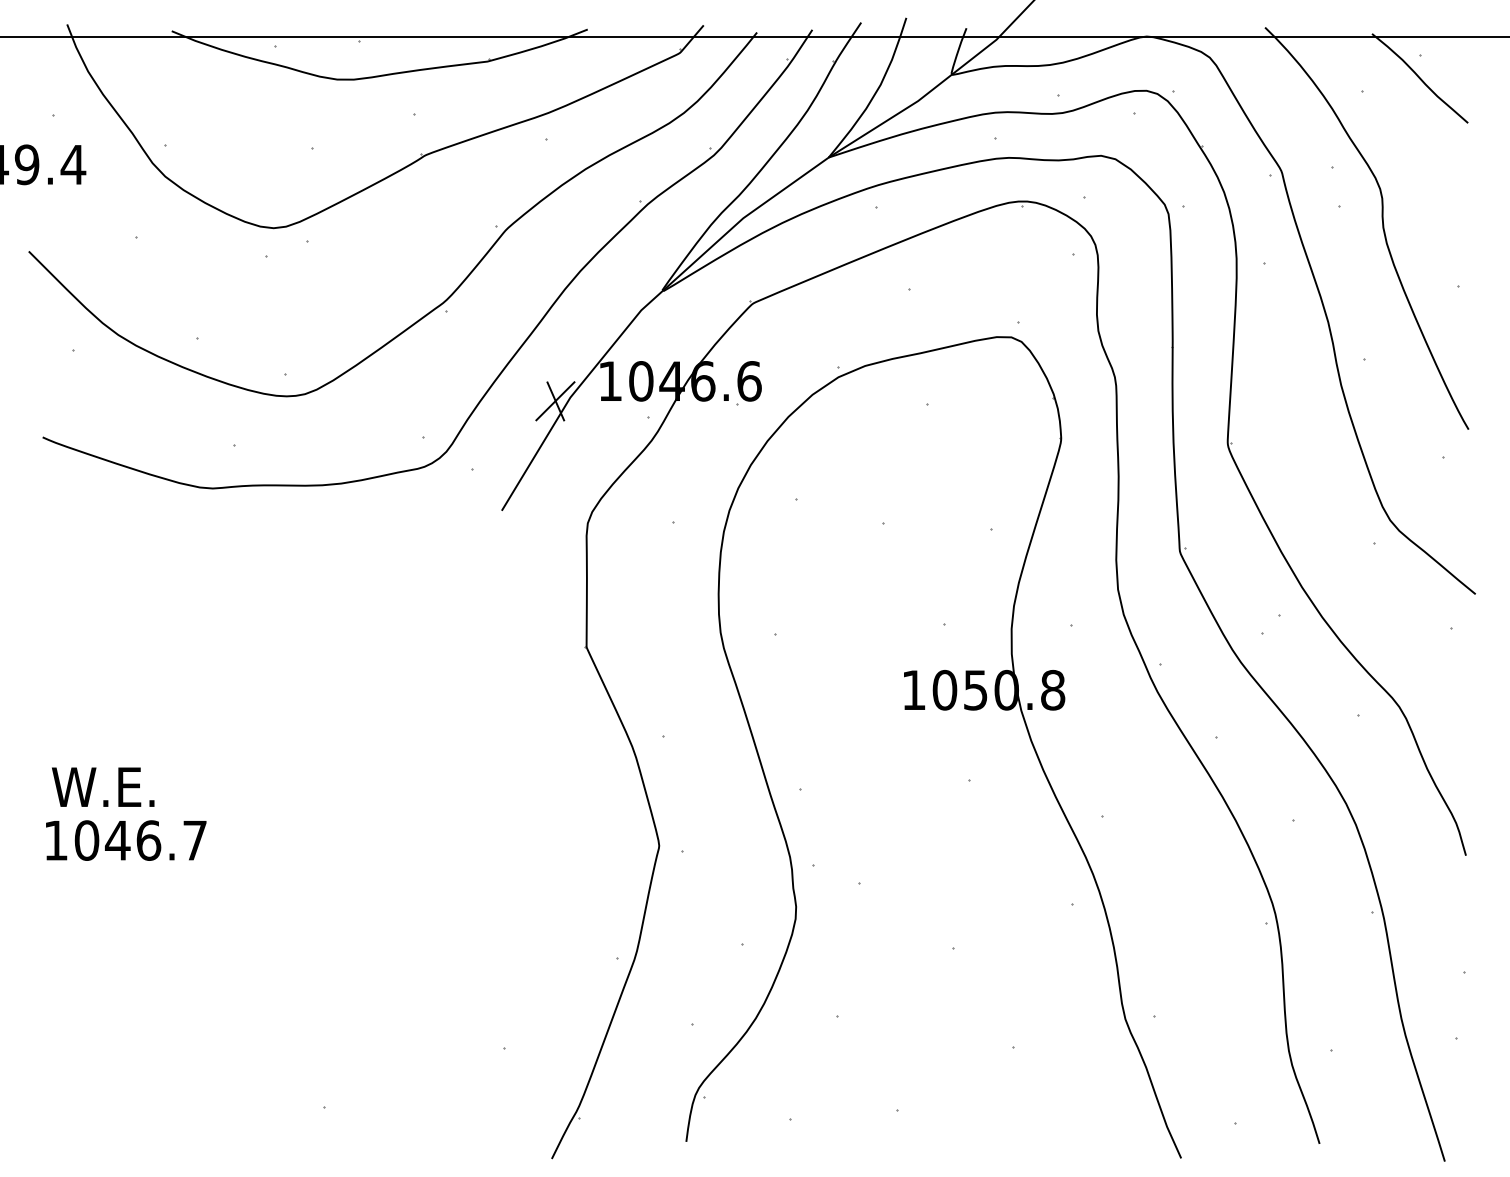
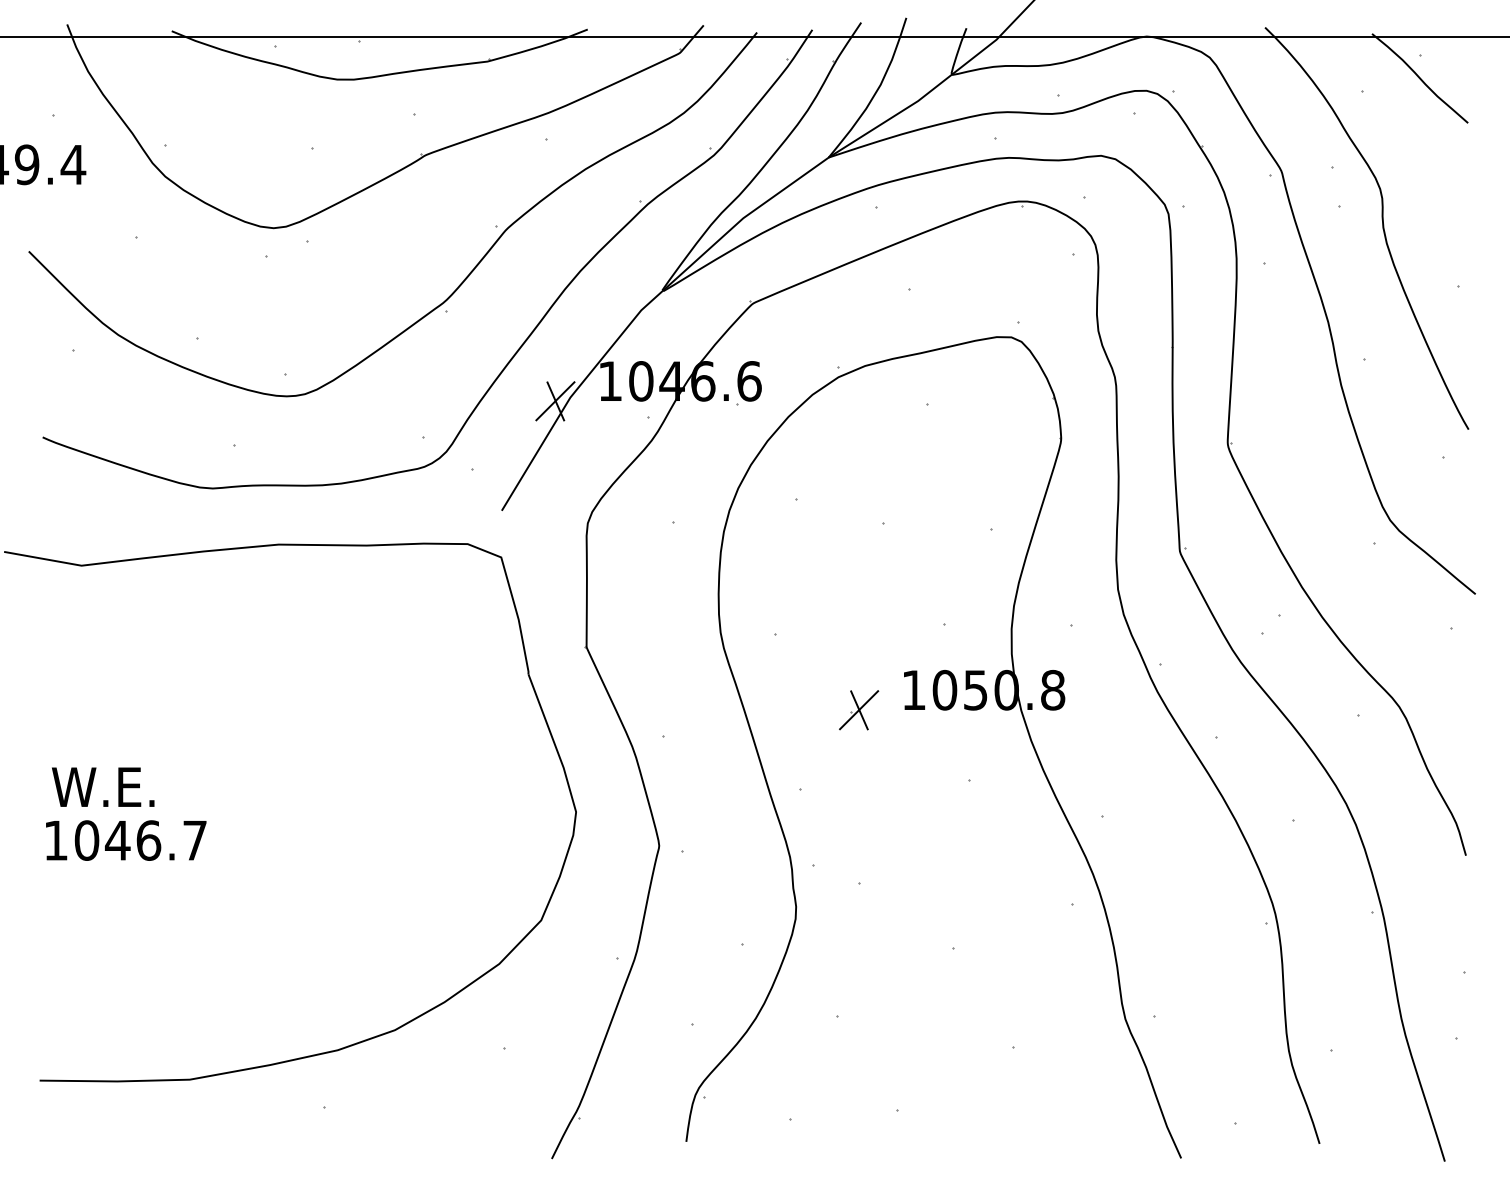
part at (859, 710): none -> present
part at (367, 1038): none -> present
